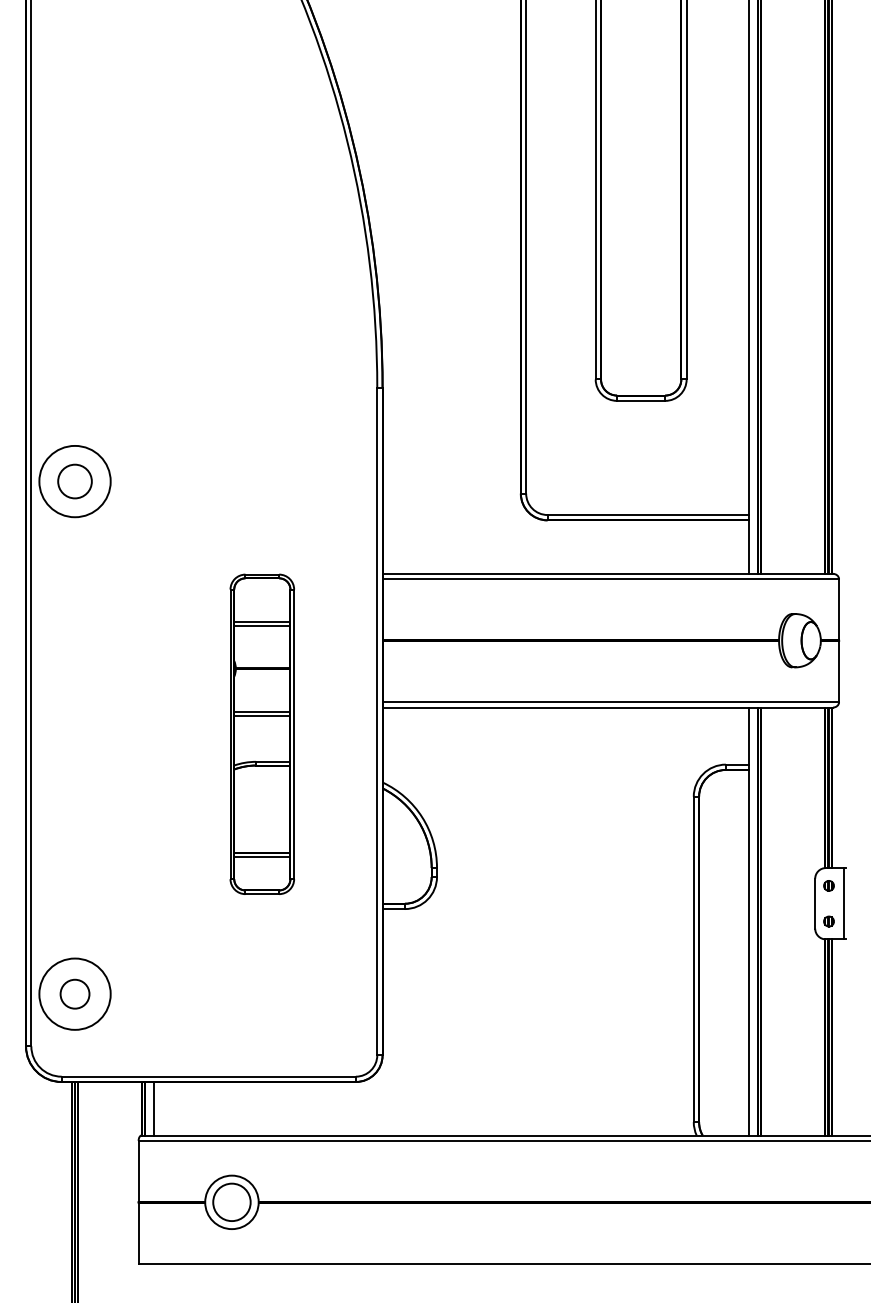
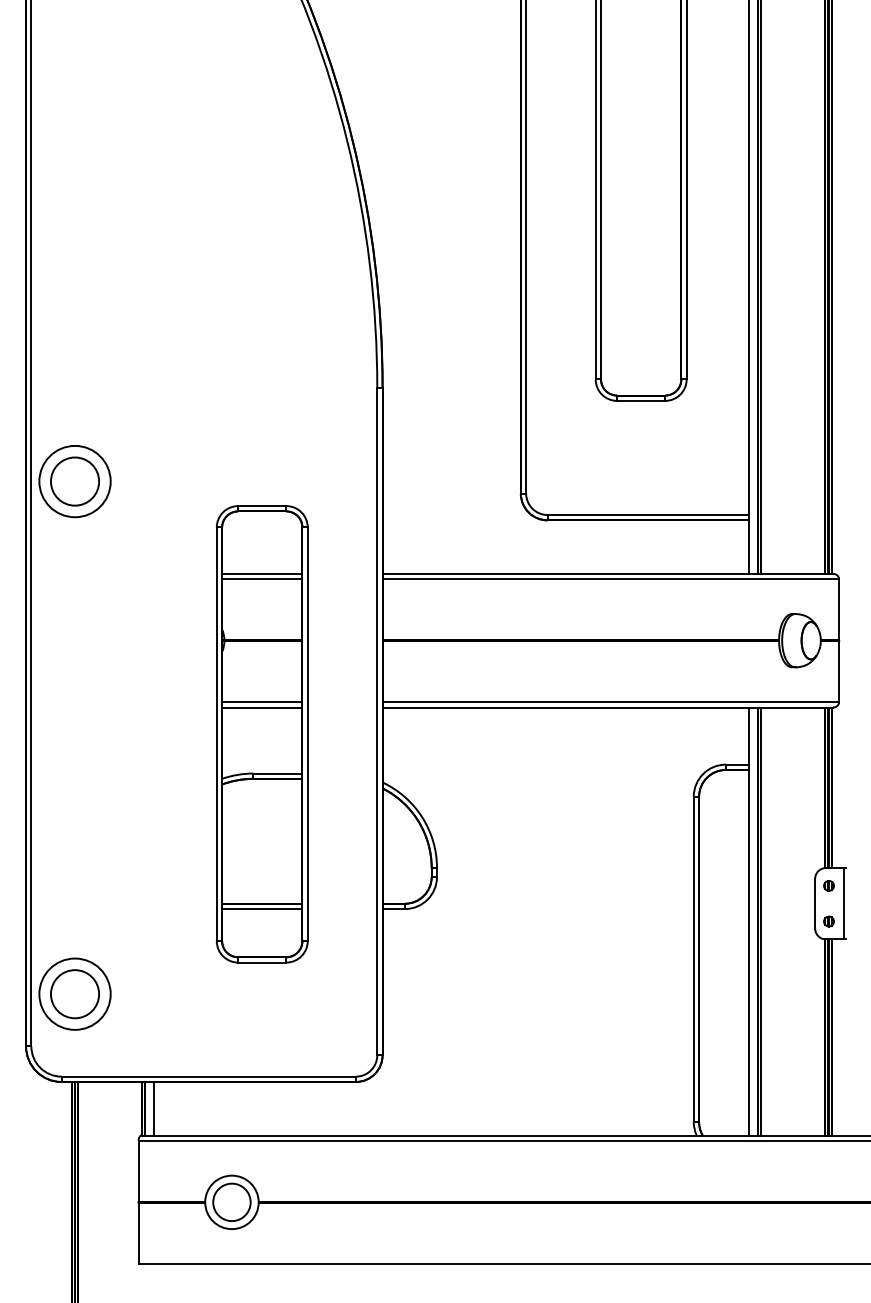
circle at (74, 481) size: 36x37 px -> 50x51 px
part at (261, 733) size: 66x322 px -> 93x459 px
circle at (74, 993) diameter: 29 px -> 48 px
